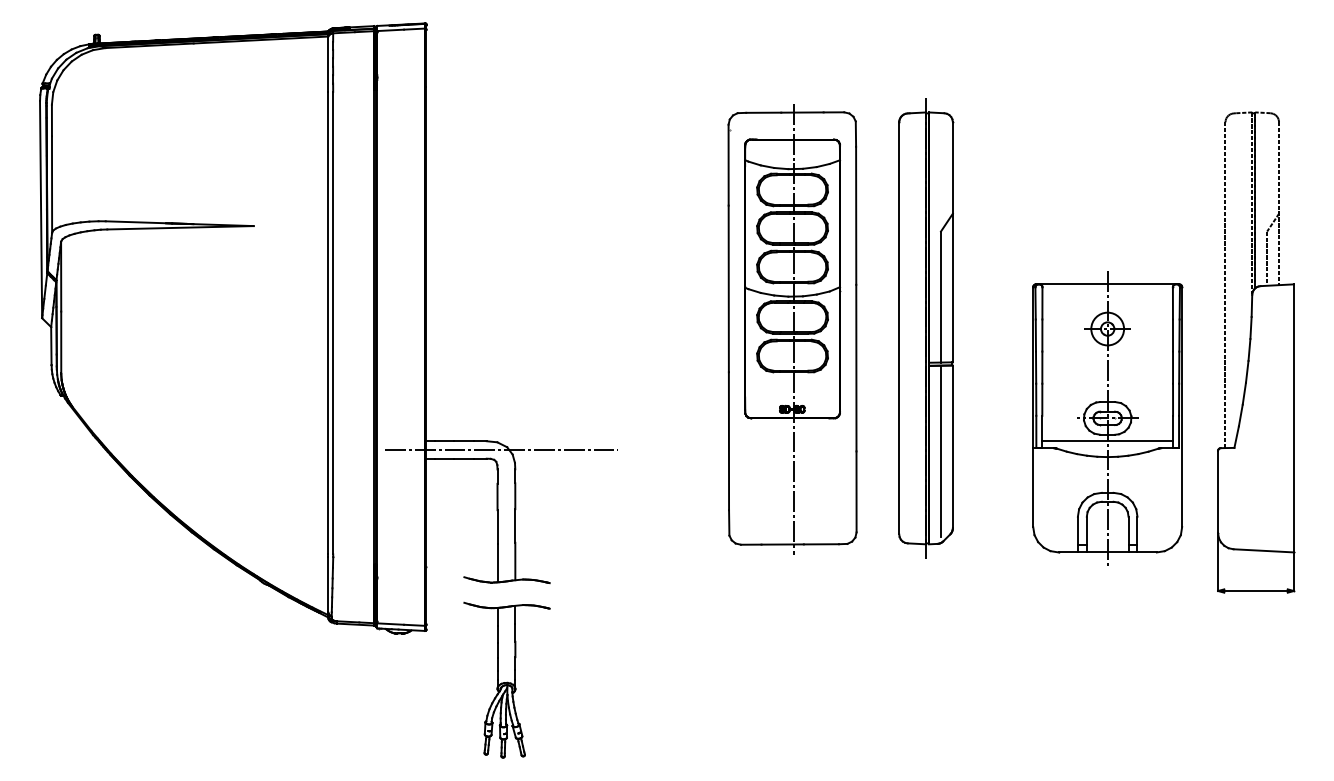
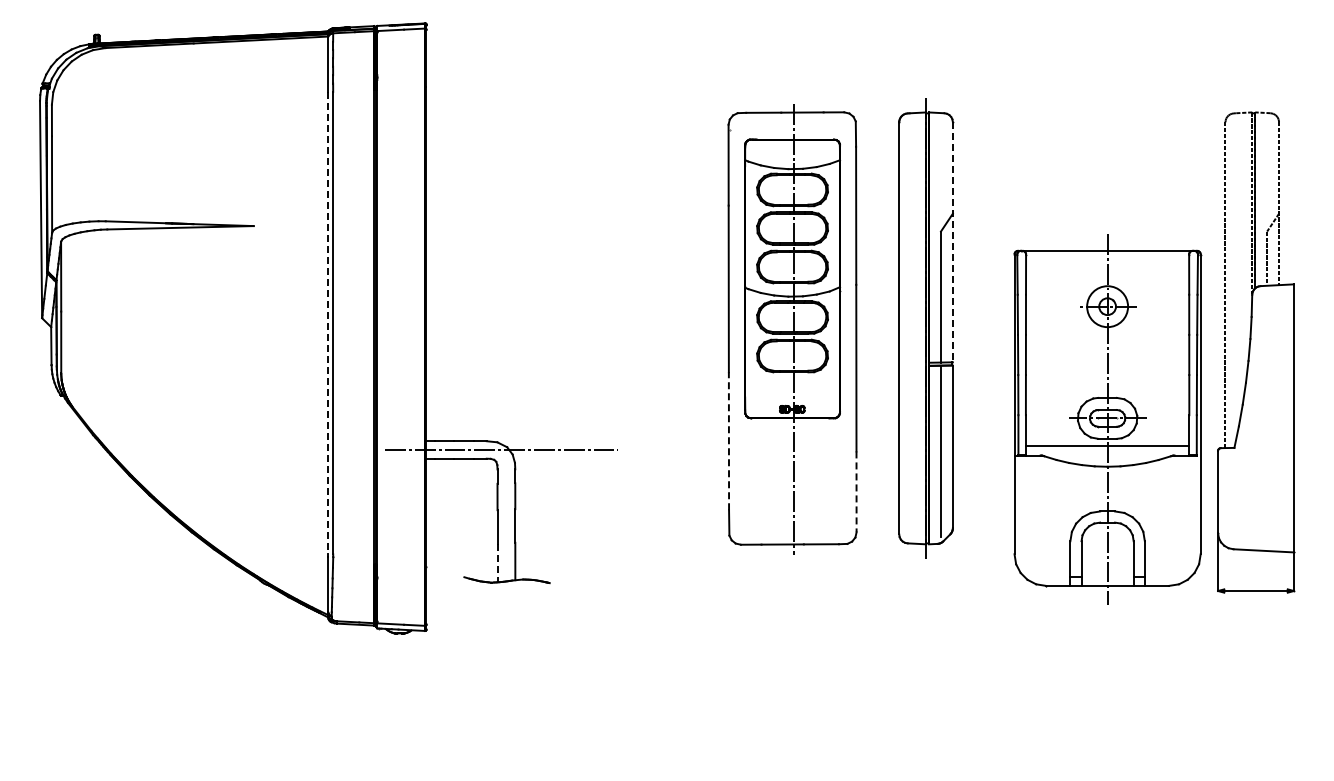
line at (952, 242): solid -> dashed
line at (328, 323): solid -> dashed
part at (1107, 418) size: 152x295 px -> 190x371 px
line at (728, 440): solid -> dashed
line at (856, 492): solid -> dashed
line at (497, 563): solid -> dashed
part at (506, 679): present -> none
